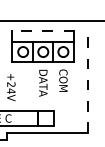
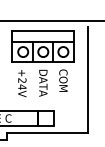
line at (42, 31): dashed -> solid
line at (88, 79): dashed -> solid
text at (11, 87) position: (11, 87) -> (22, 83)
